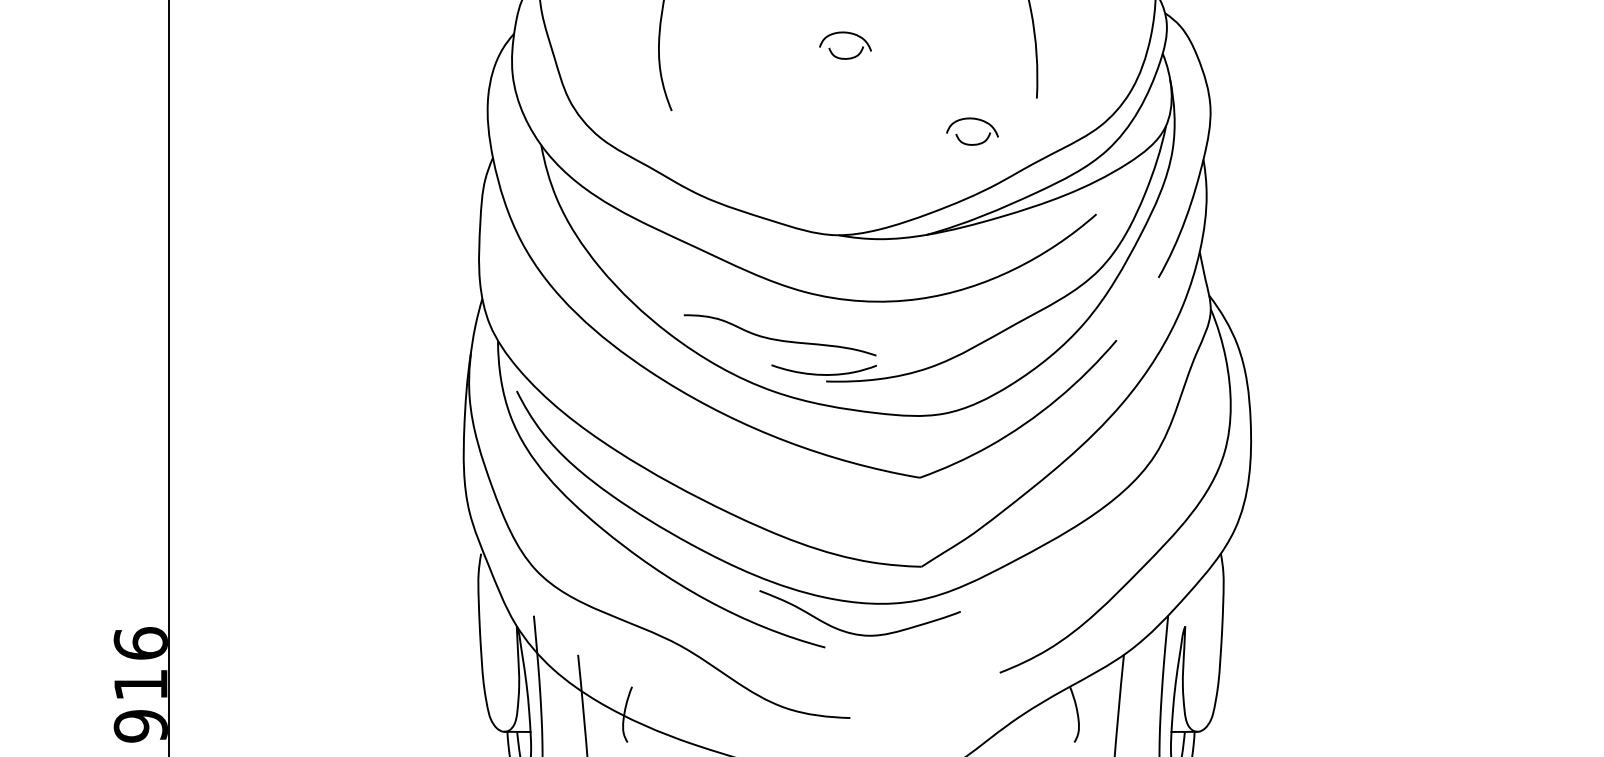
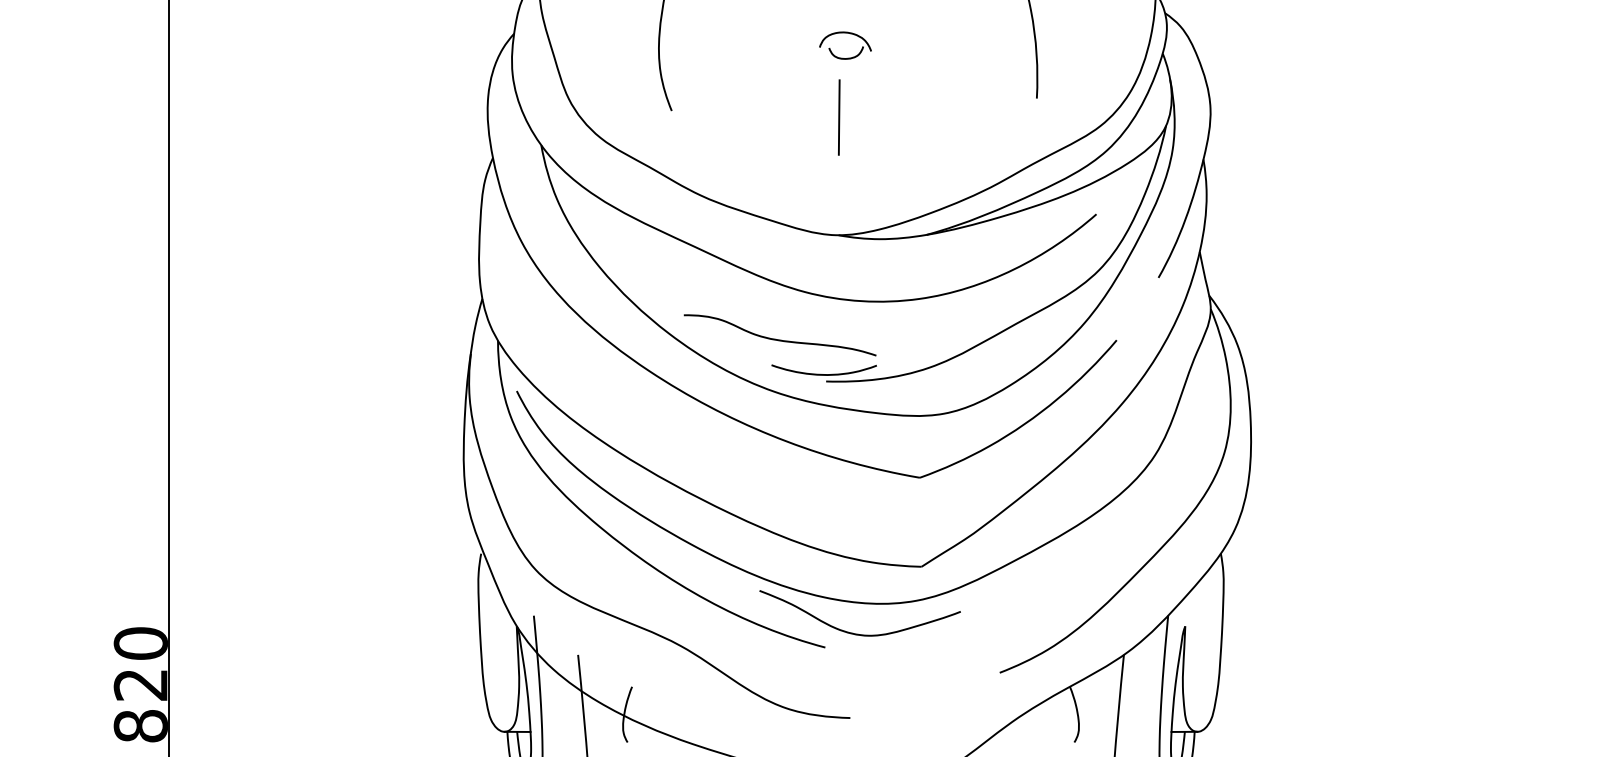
line at (838, 117): none -> present
part at (972, 119): present -> none
text at (140, 684): 916 -> 820
